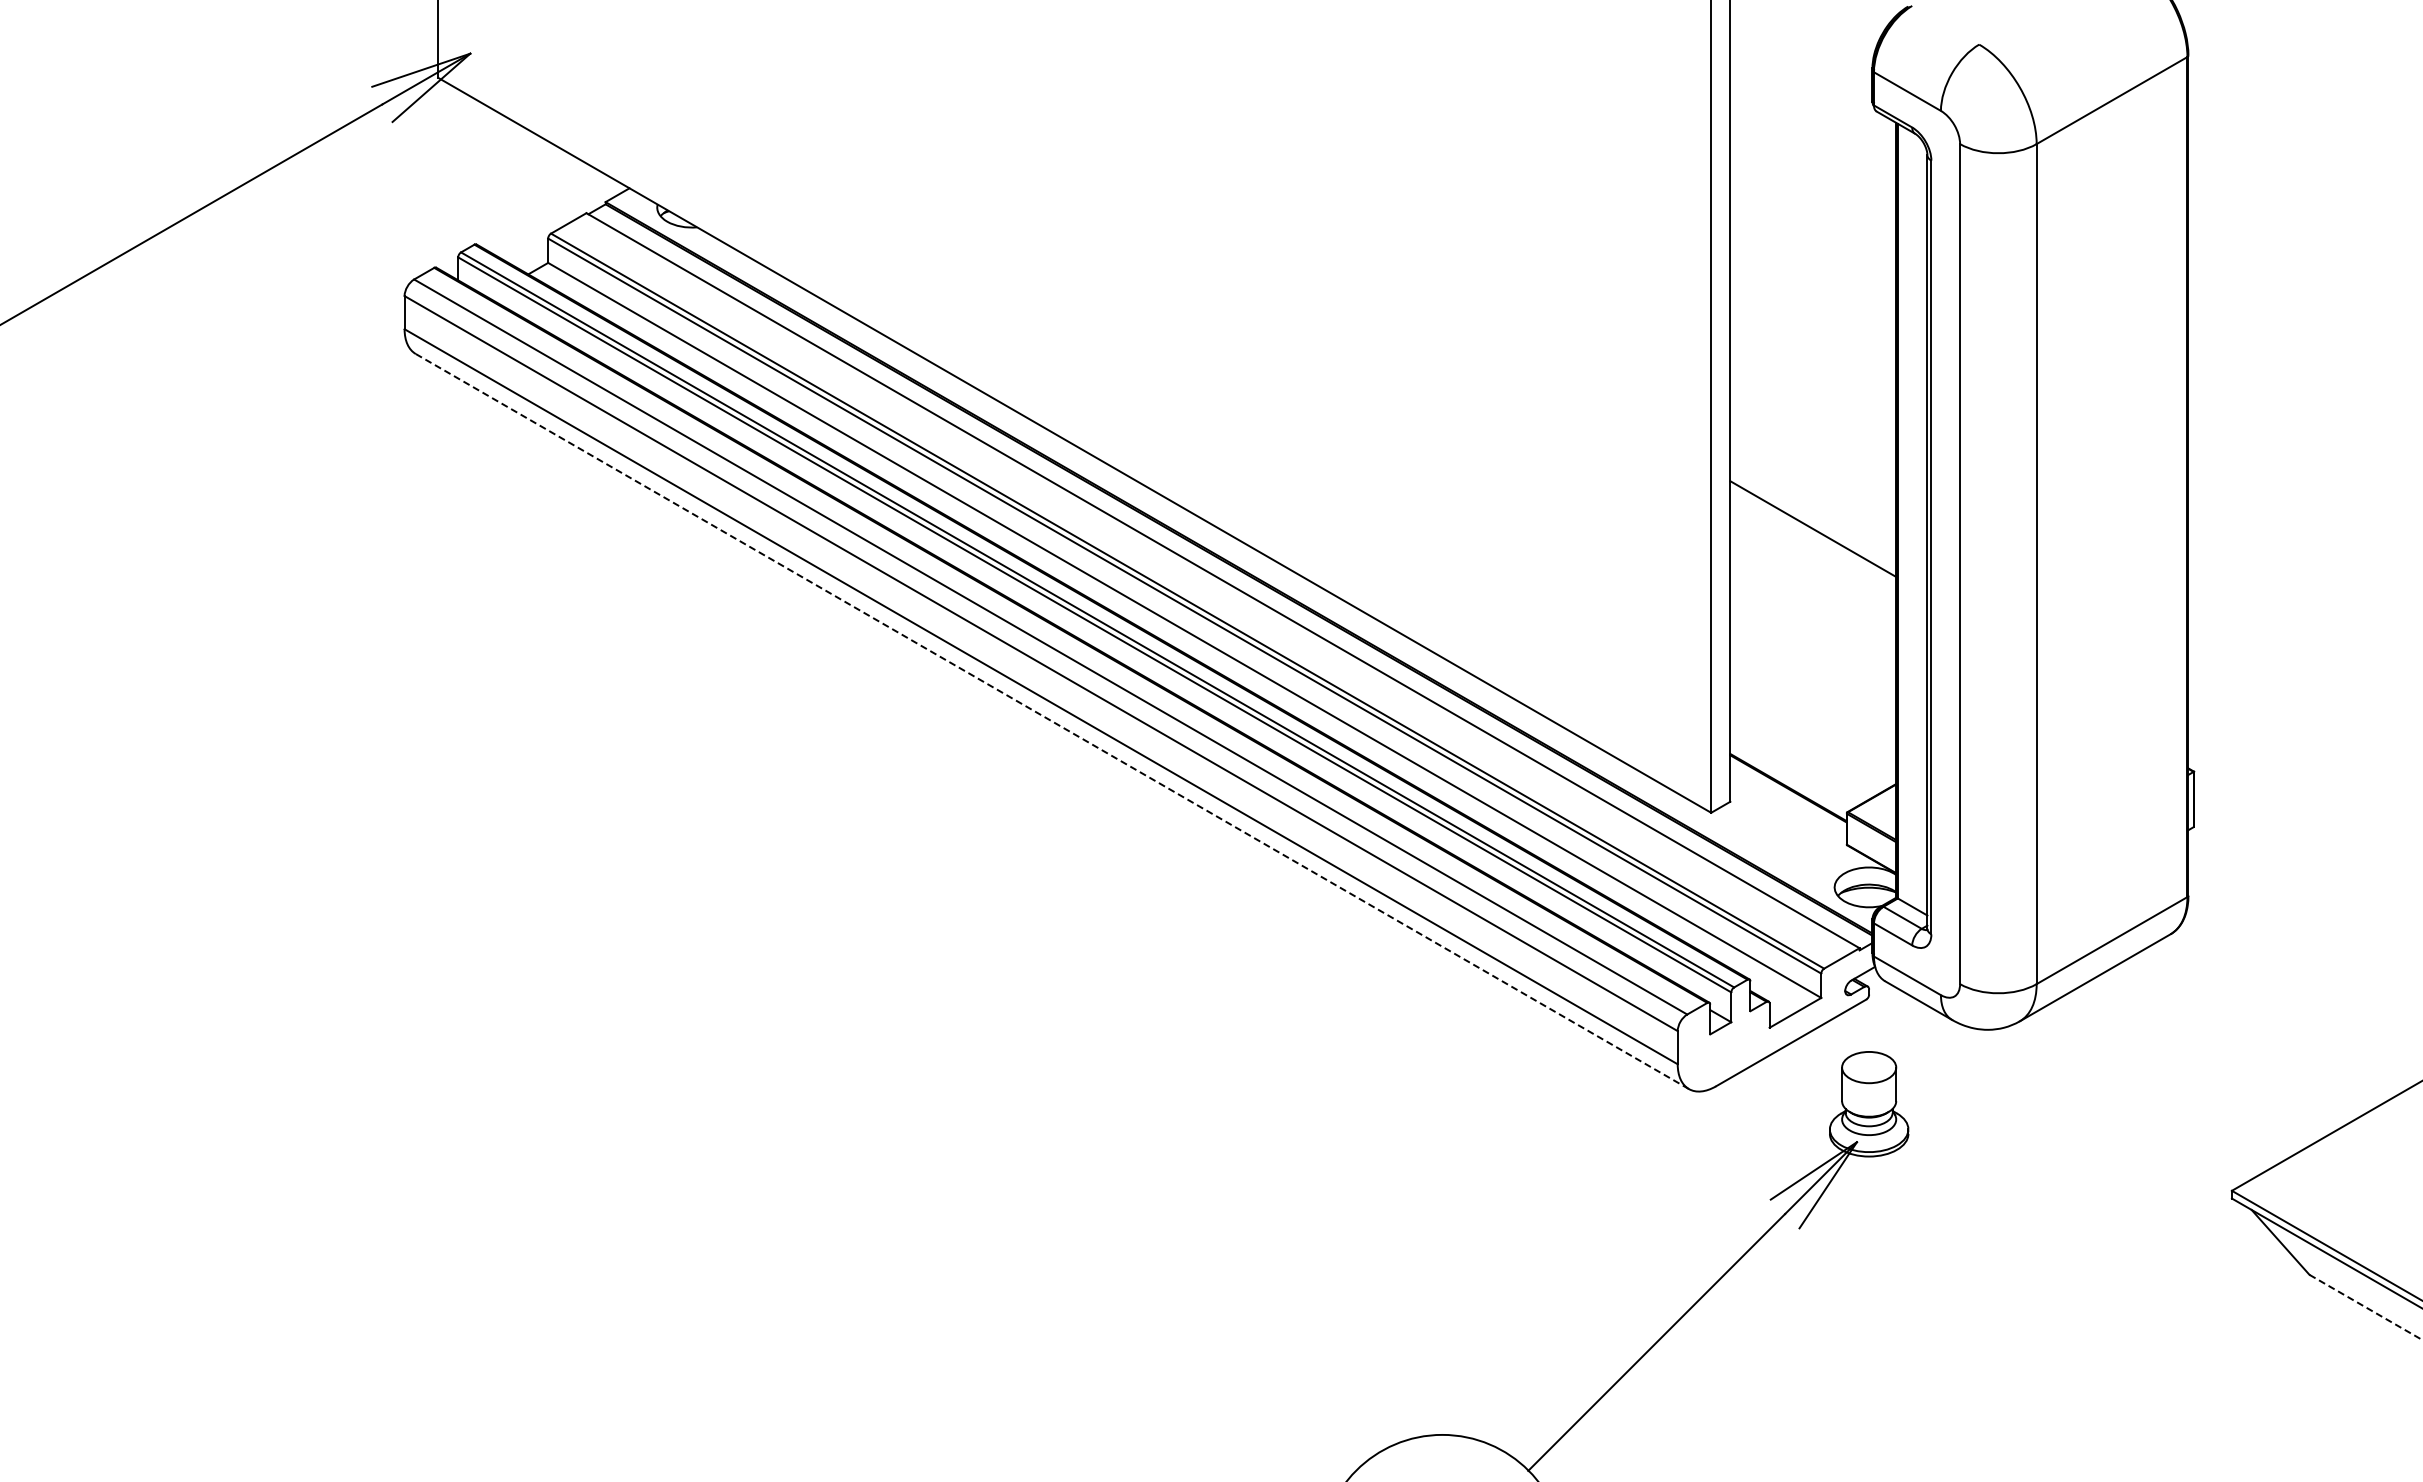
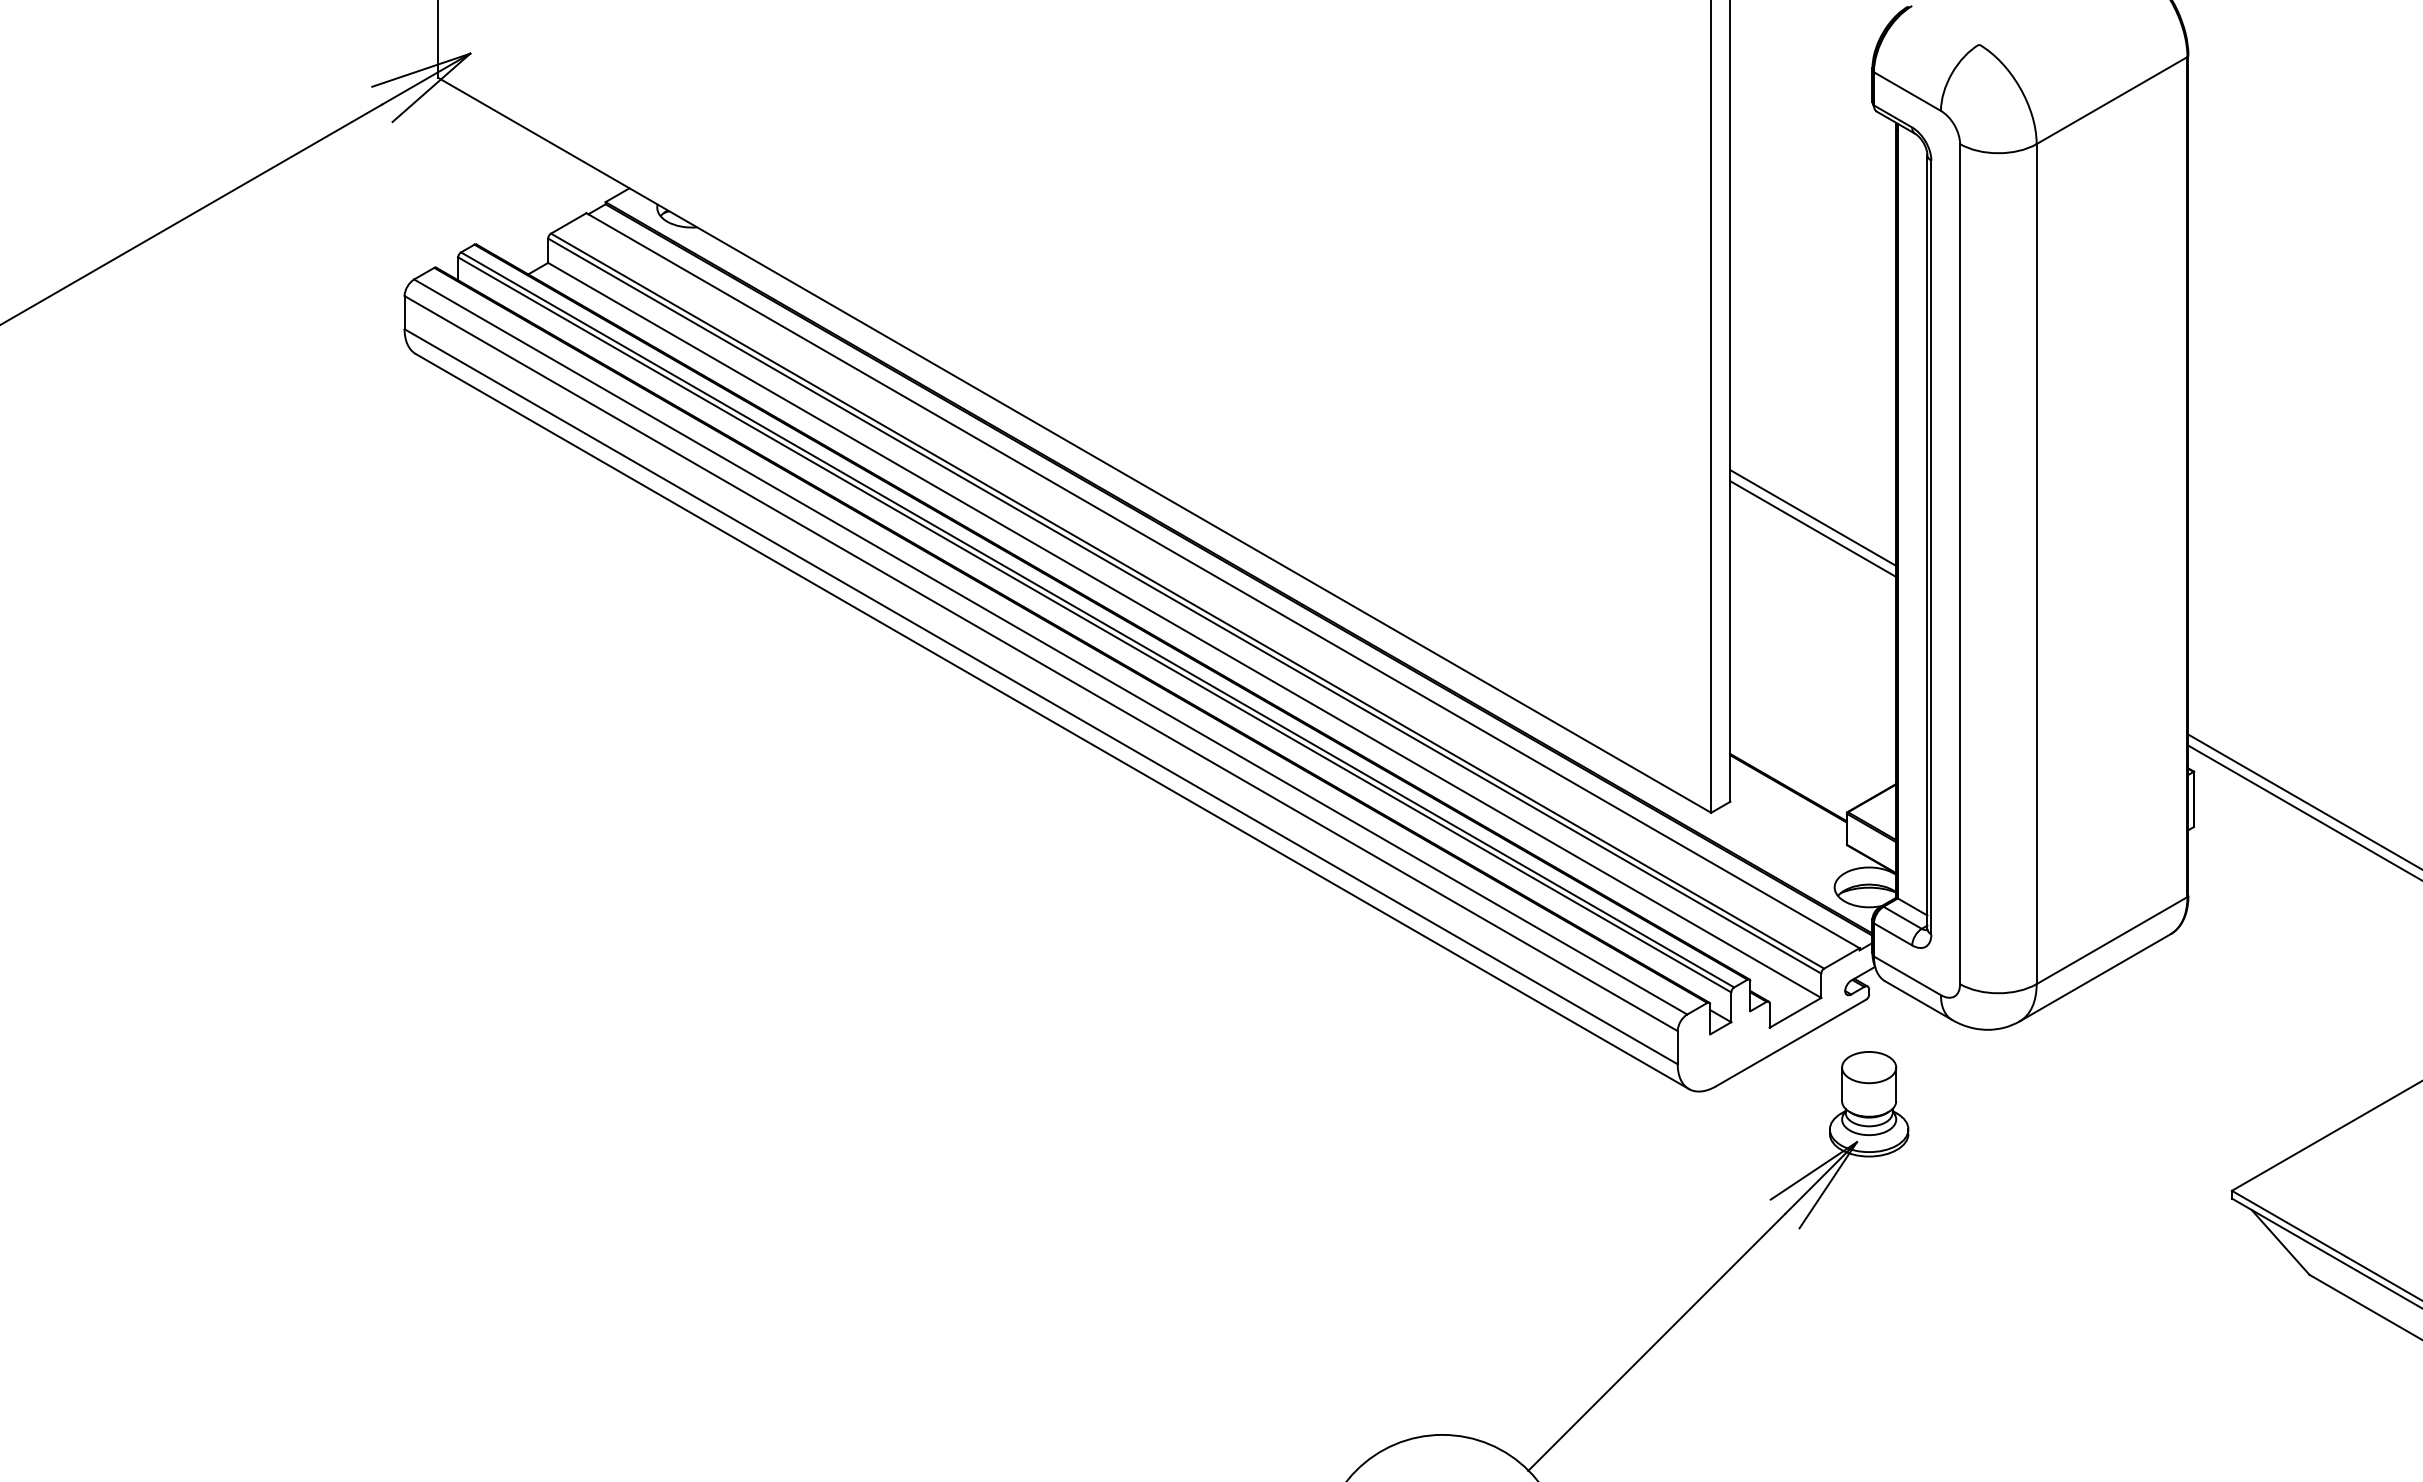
line at (1813, 518): none -> present
line at (1051, 721): dashed -> solid
line at (2303, 800): none -> present
line at (2303, 811): none -> present
line at (2366, 1307): dashed -> solid
